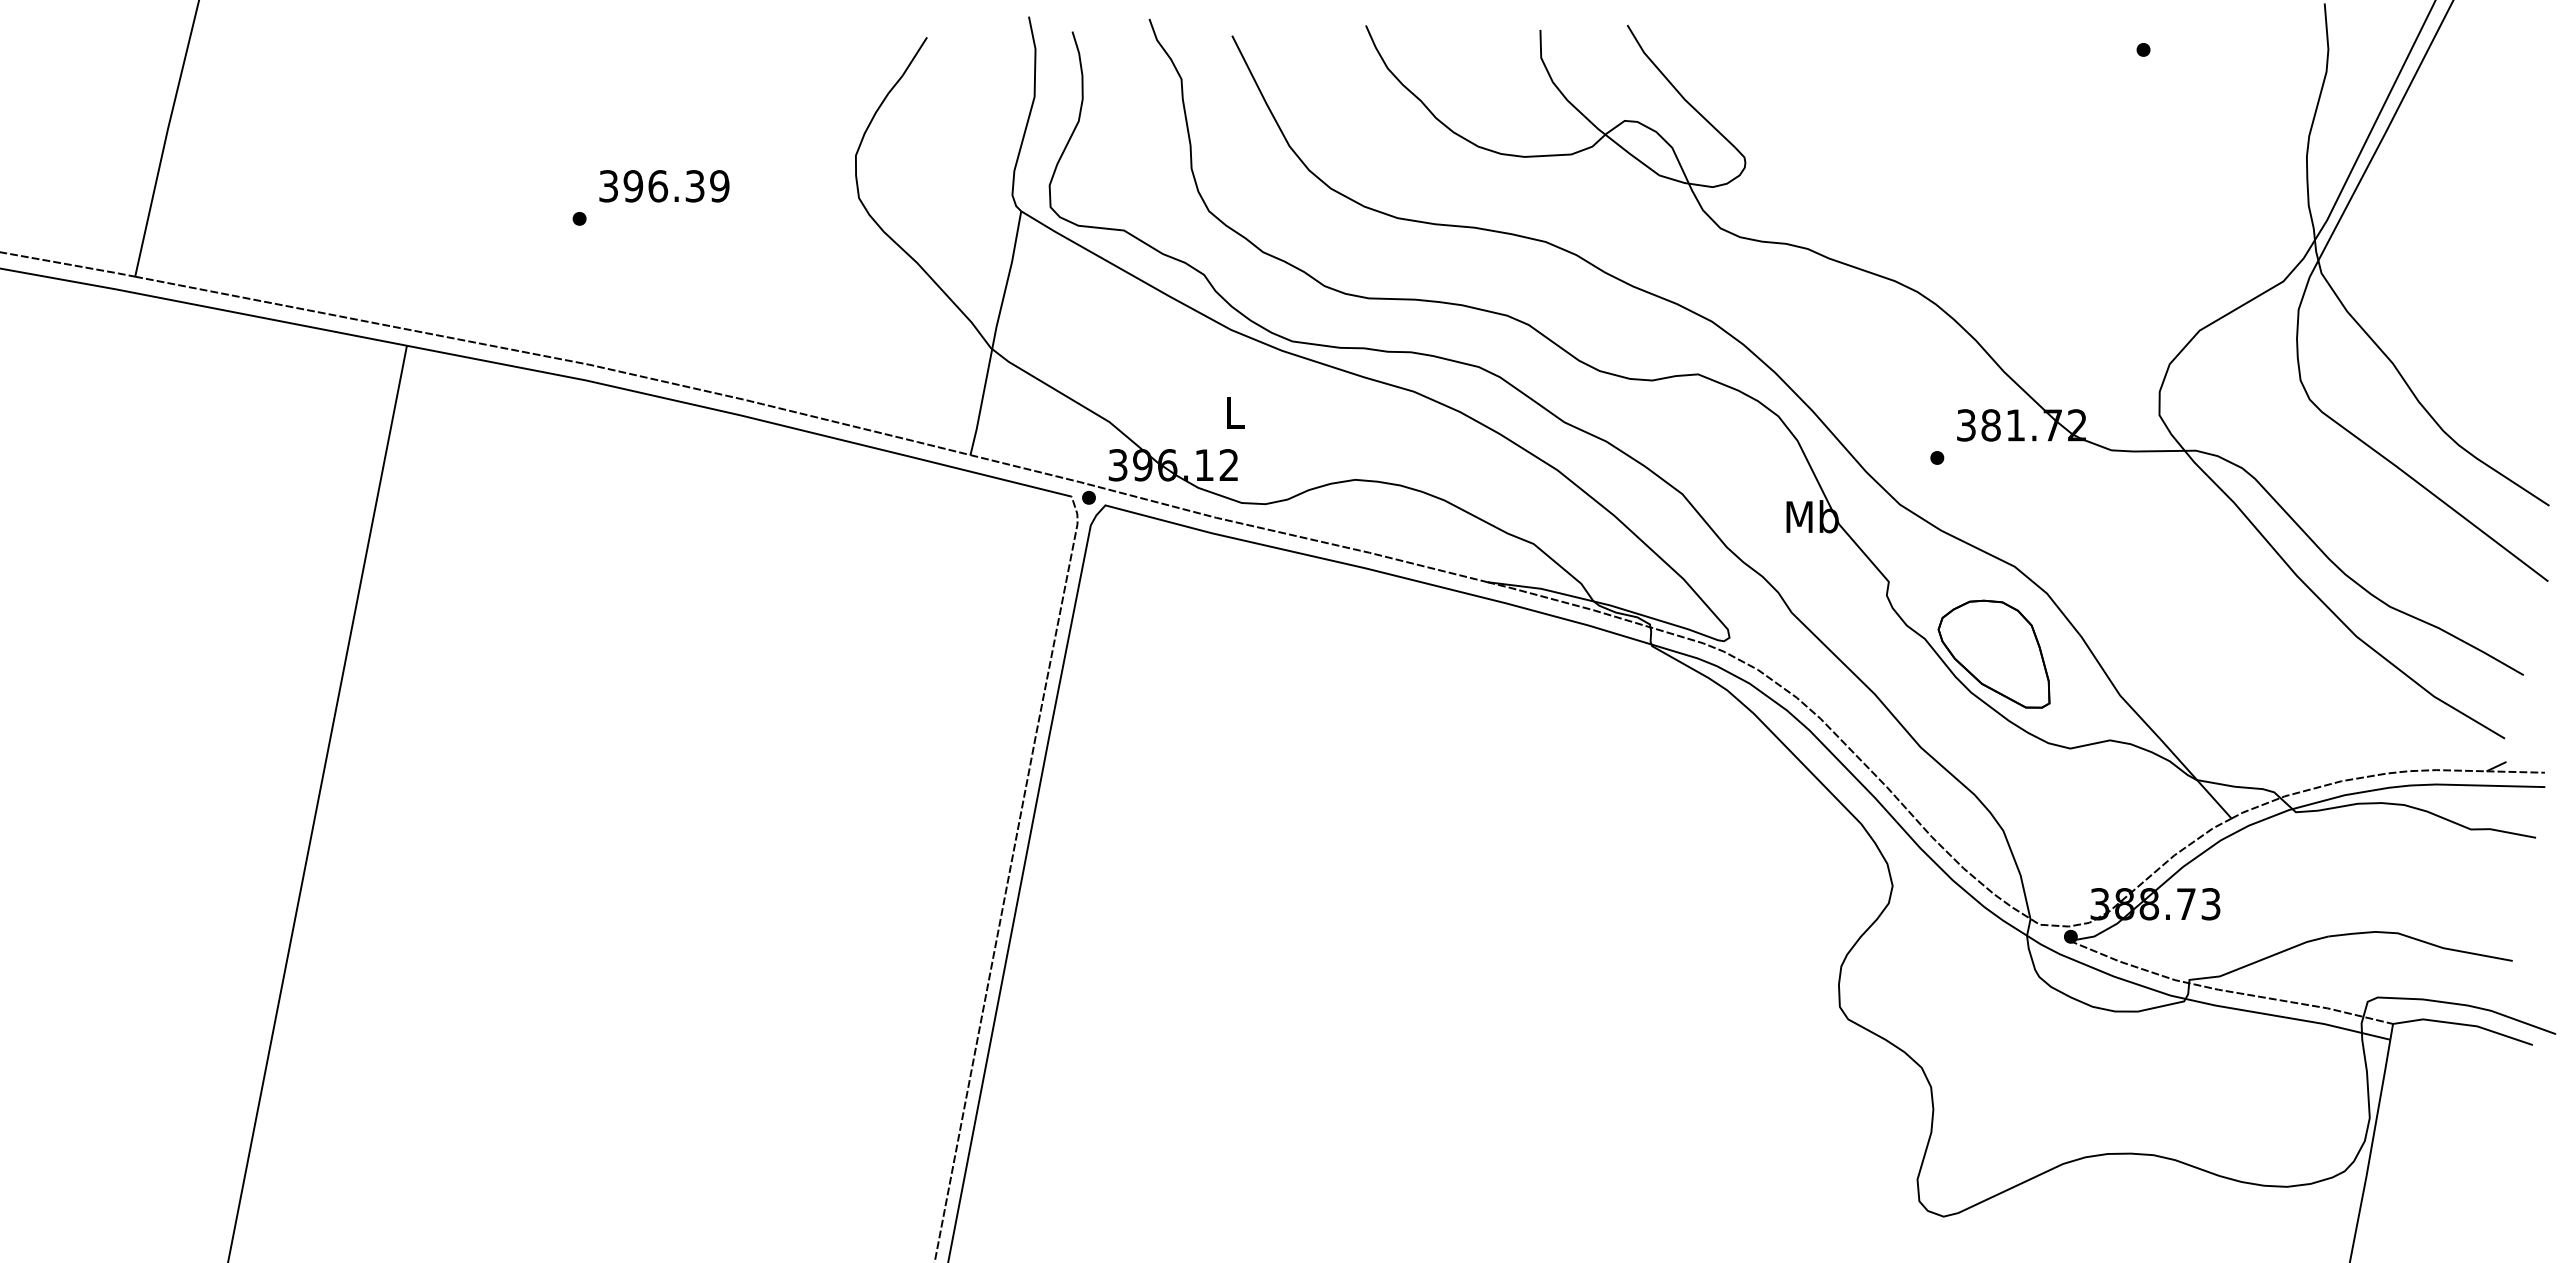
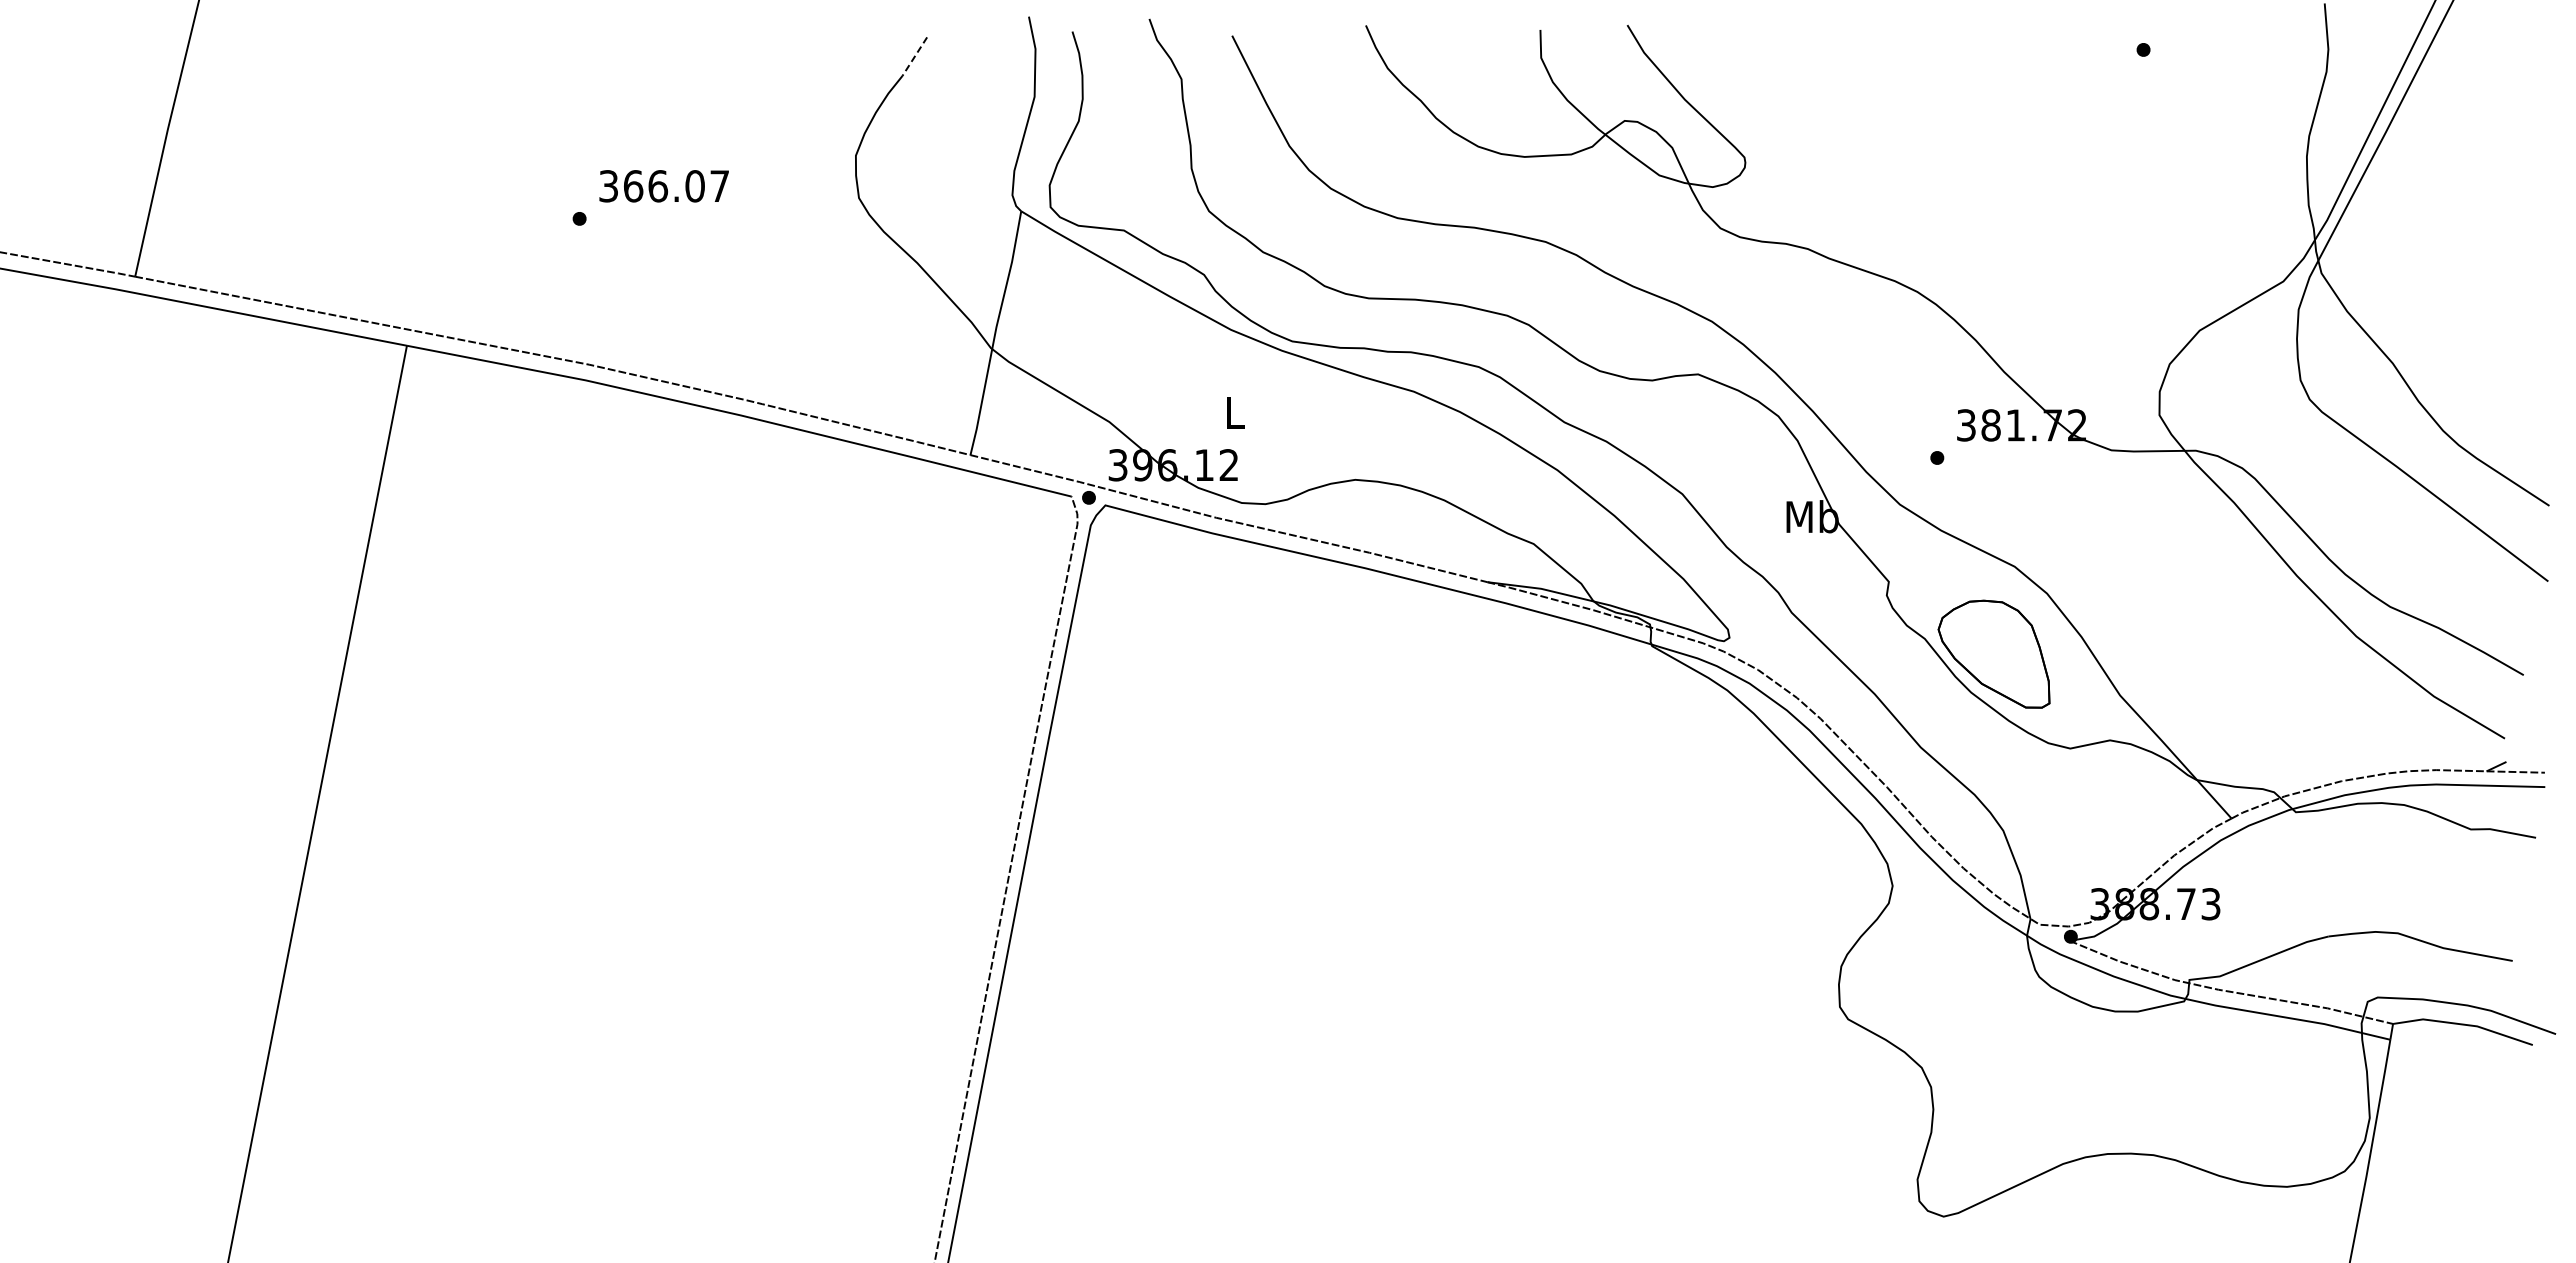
line at (914, 56): solid -> dashed
text at (676, 186): 396.39 -> 366.07
